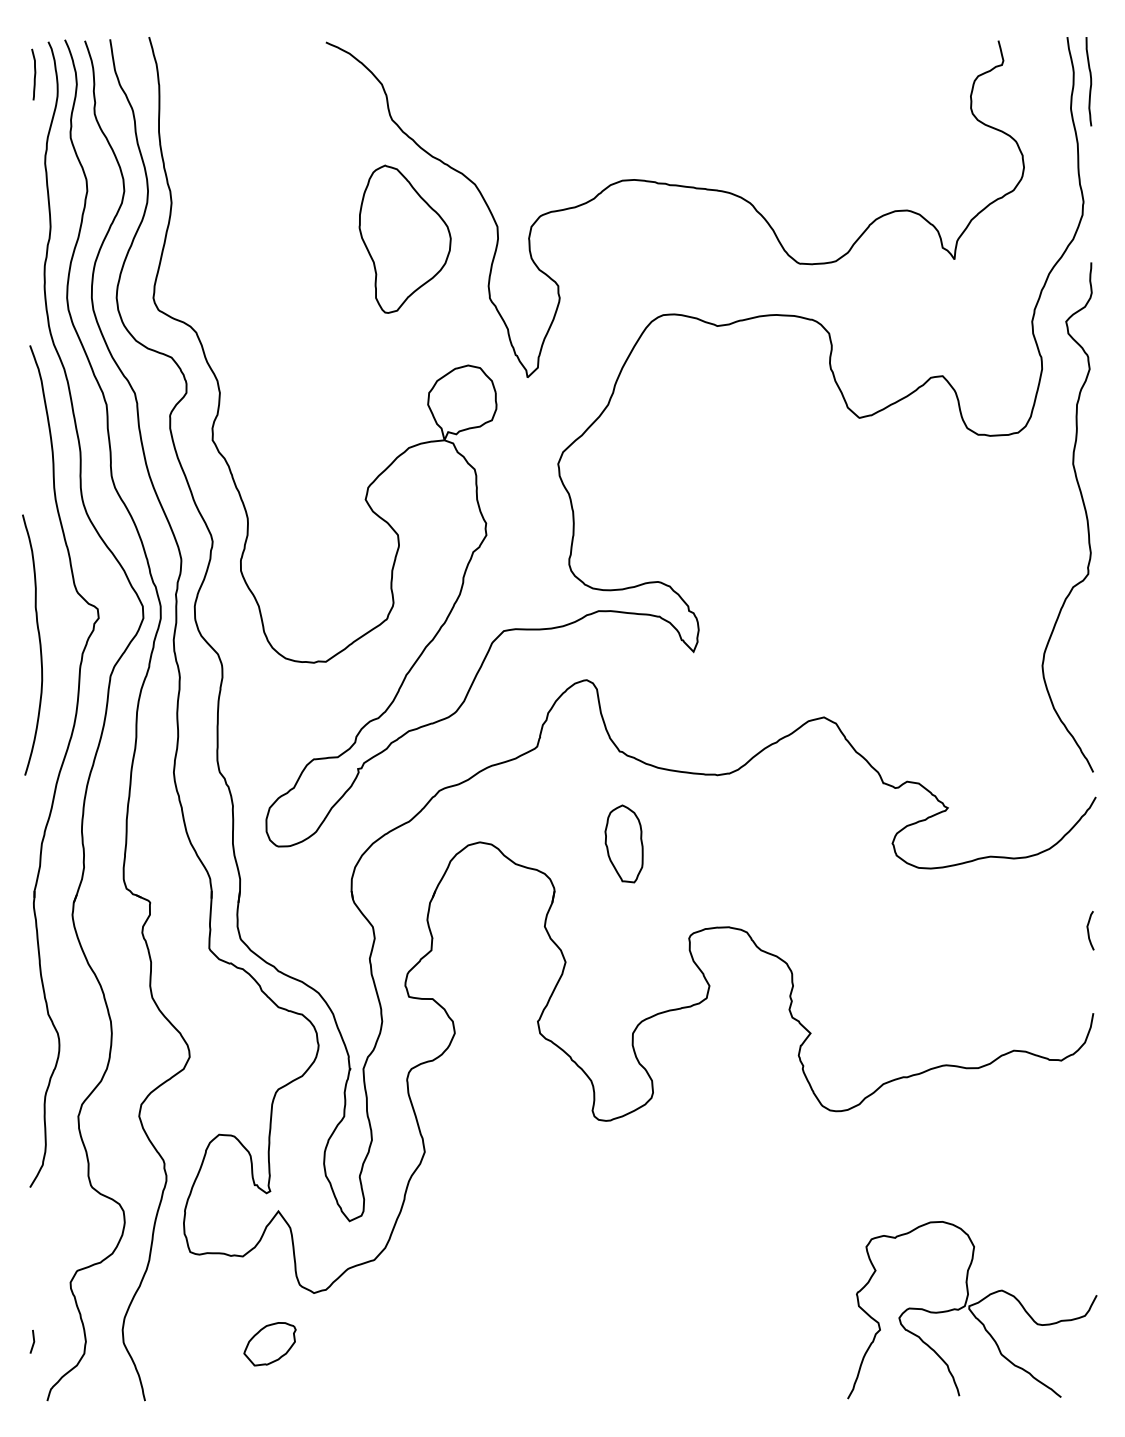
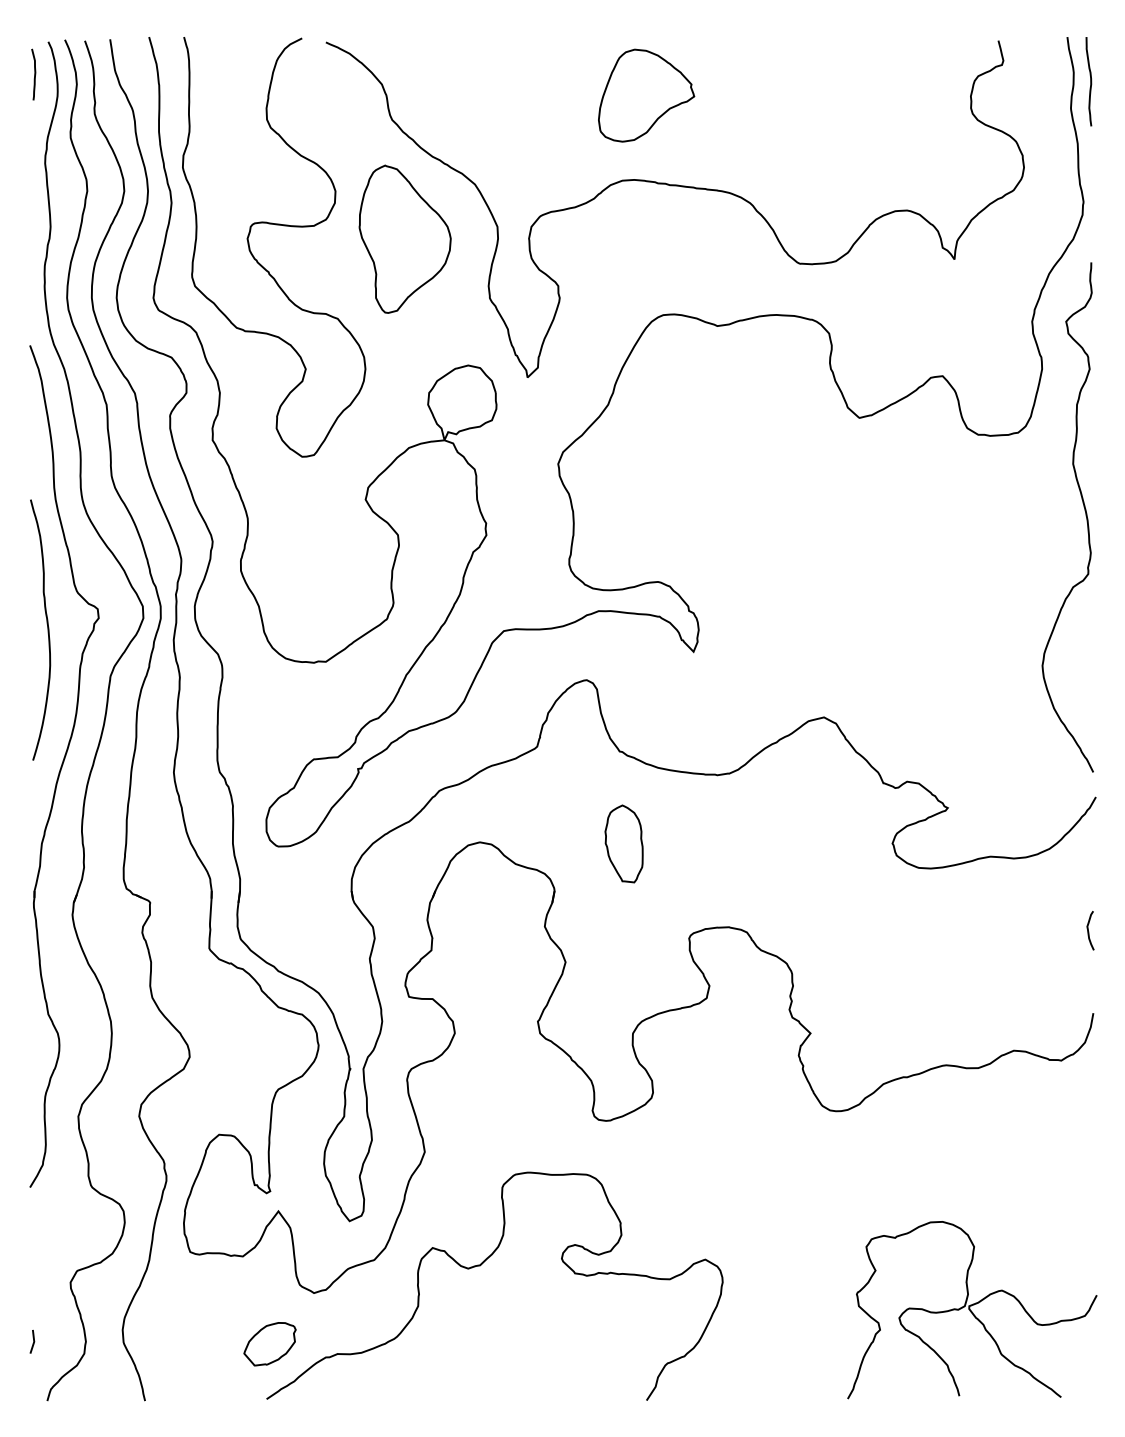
part at (646, 95): none -> present
curve at (257, 259): none -> present
curve at (39, 644) position: (39, 644) -> (47, 629)
curve at (480, 1266): none -> present
